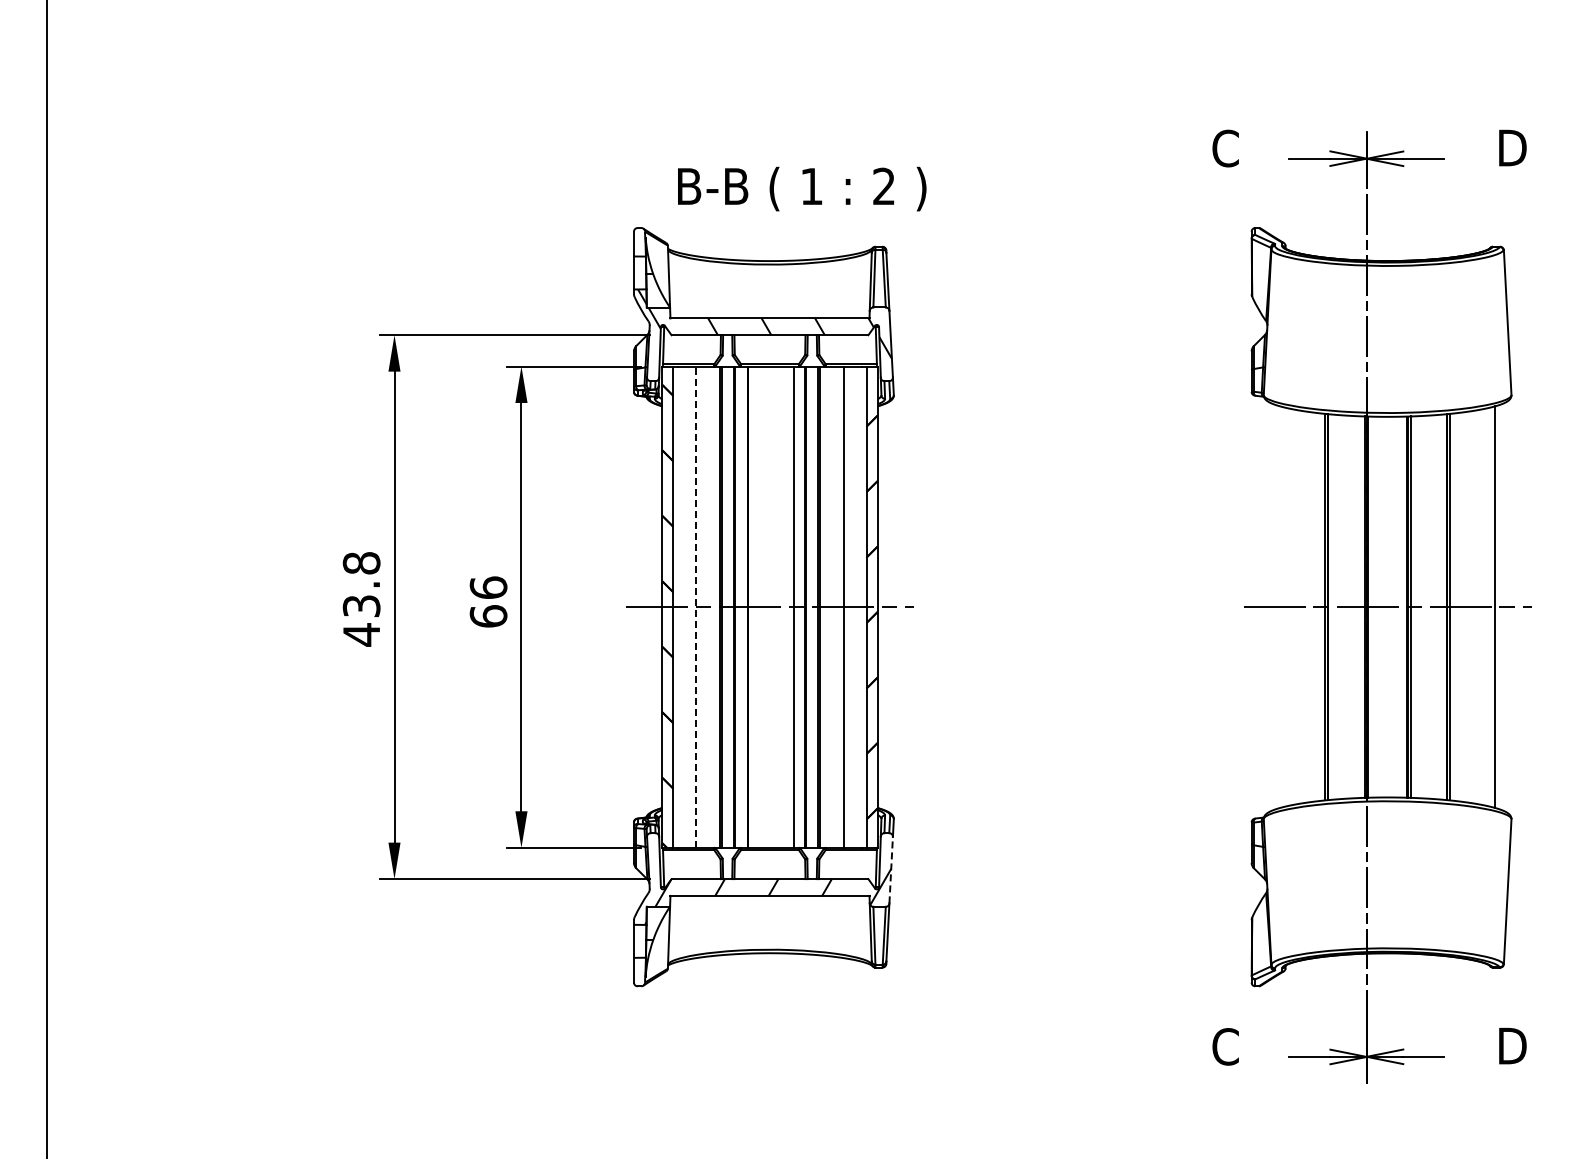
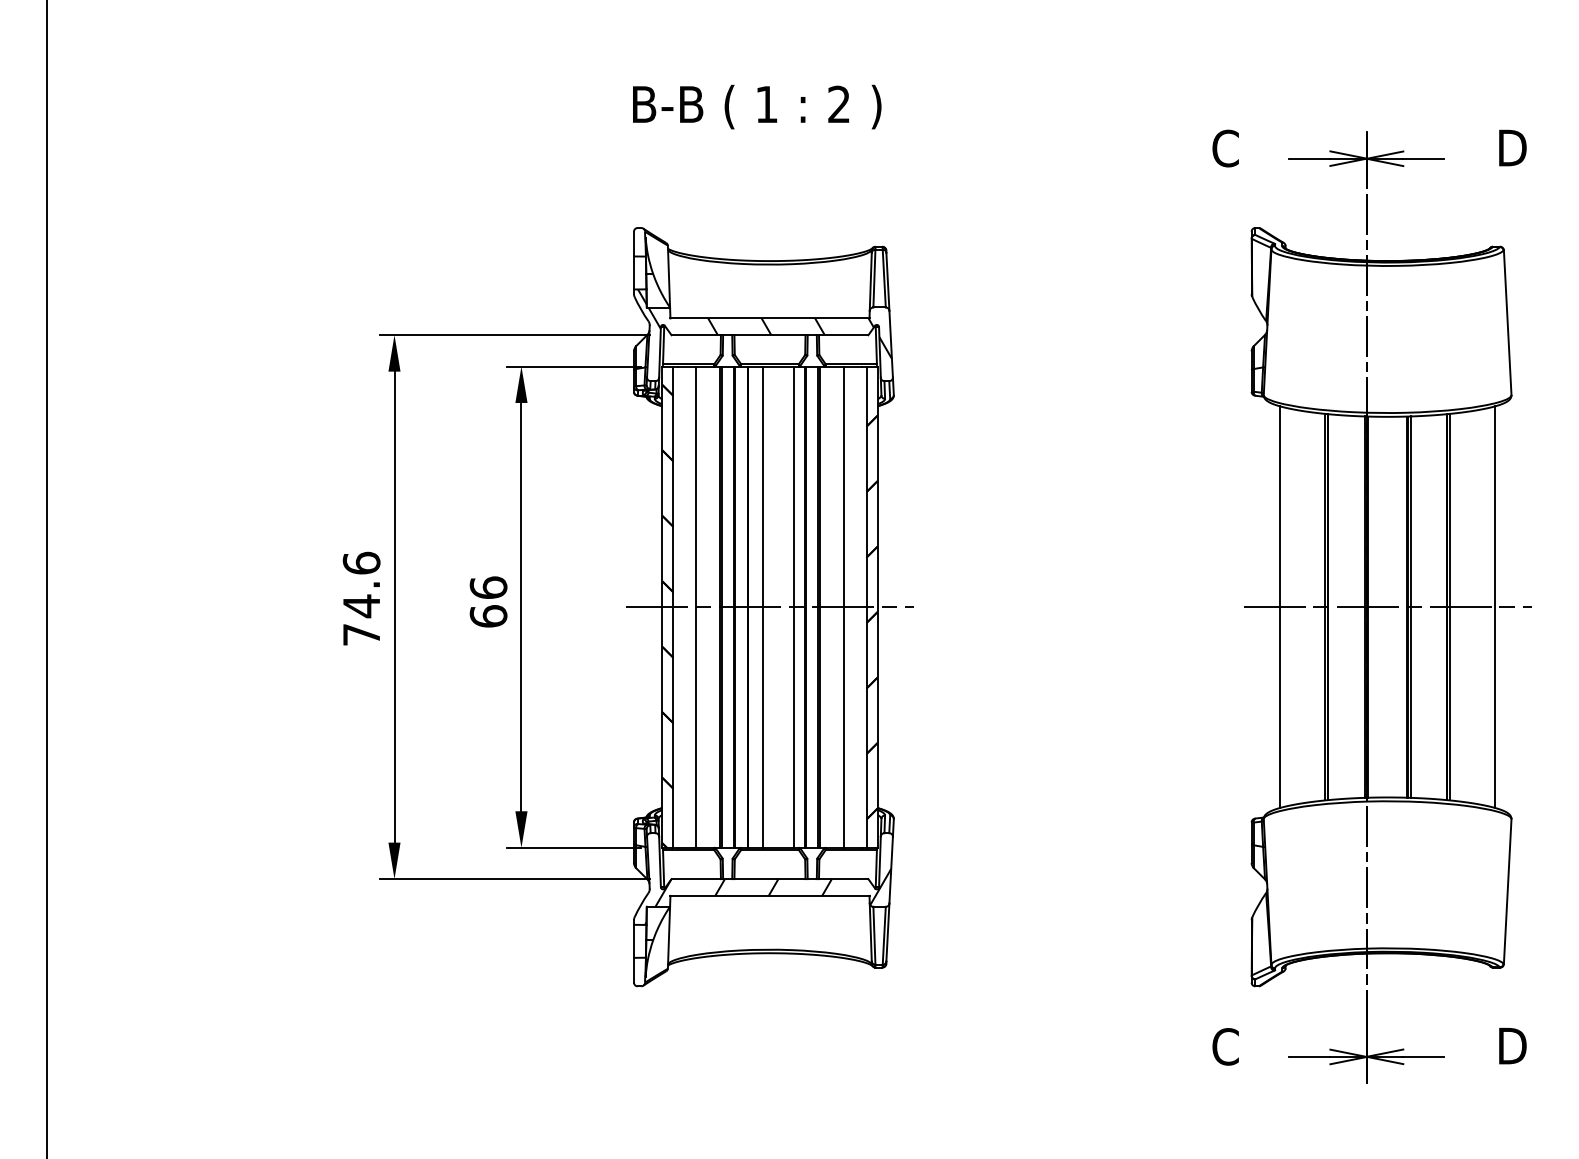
text at (802, 188) position: (802, 188) -> (757, 106)
text at (361, 598): 43.8 -> 74.6
line at (763, 606): none -> present
line at (1280, 606): none -> present
line at (695, 607): dashed -> solid
line at (891, 869): dashed -> solid
